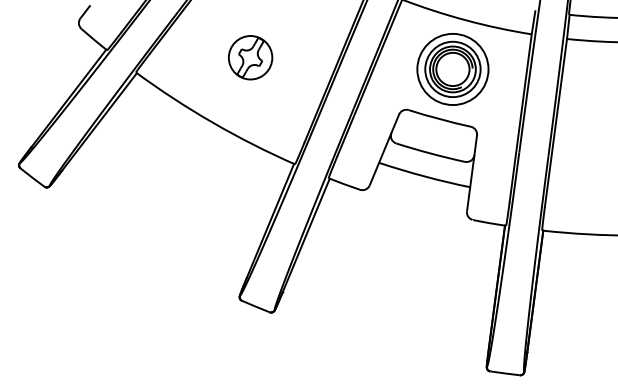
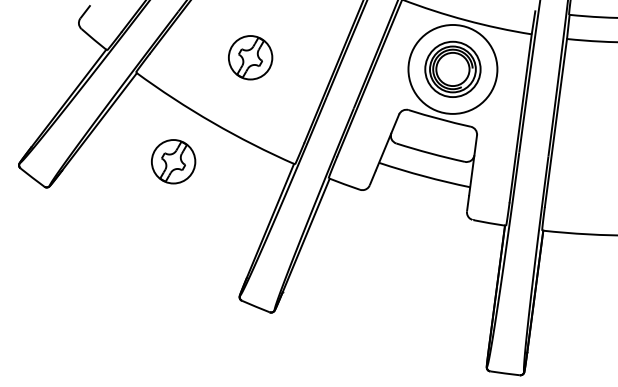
circle at (452, 69) diameter: 71 px -> 89 px
part at (173, 161): none -> present
